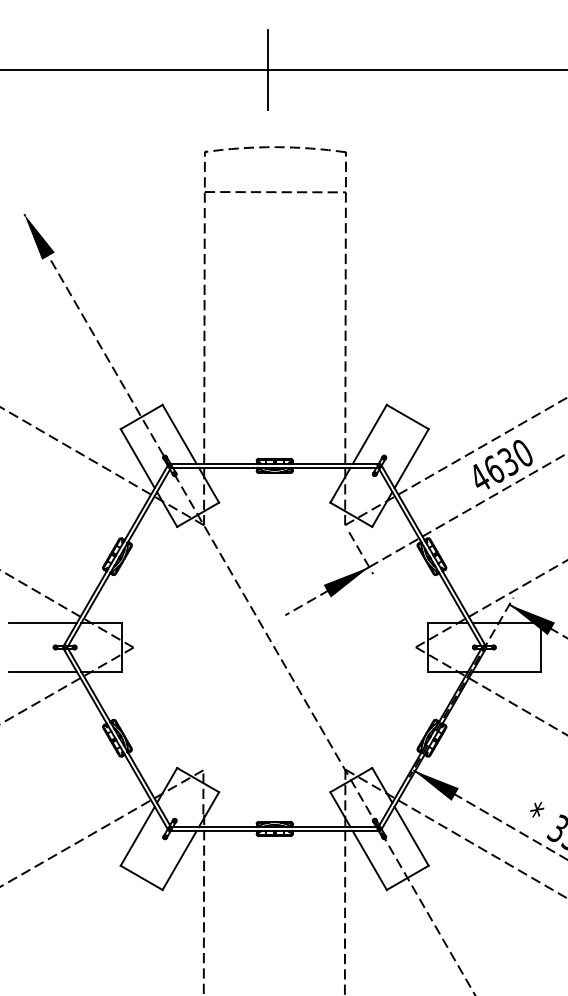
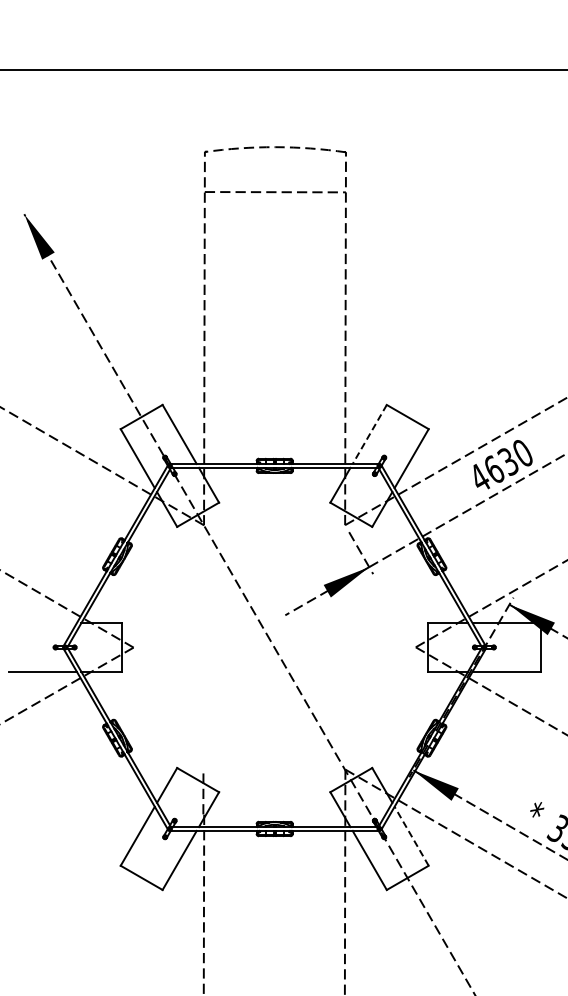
line at (267, 69): present -> none
line at (369, 434): solid -> dashed
line at (42, 623): present -> none
line at (102, 827): present -> none
line at (411, 835): solid -> dashed
